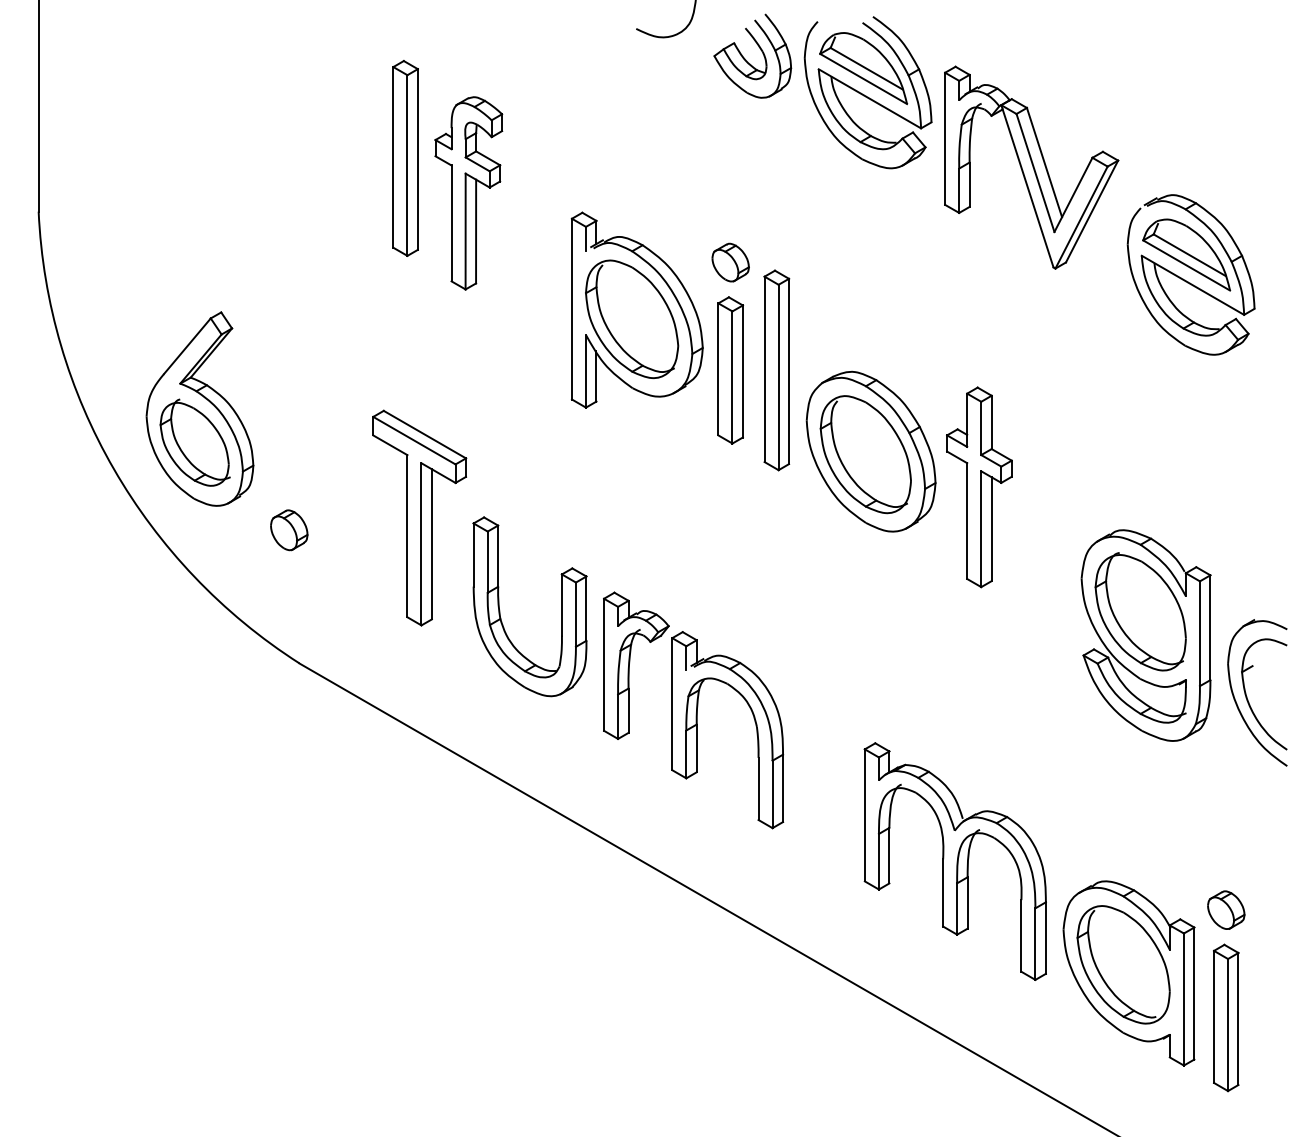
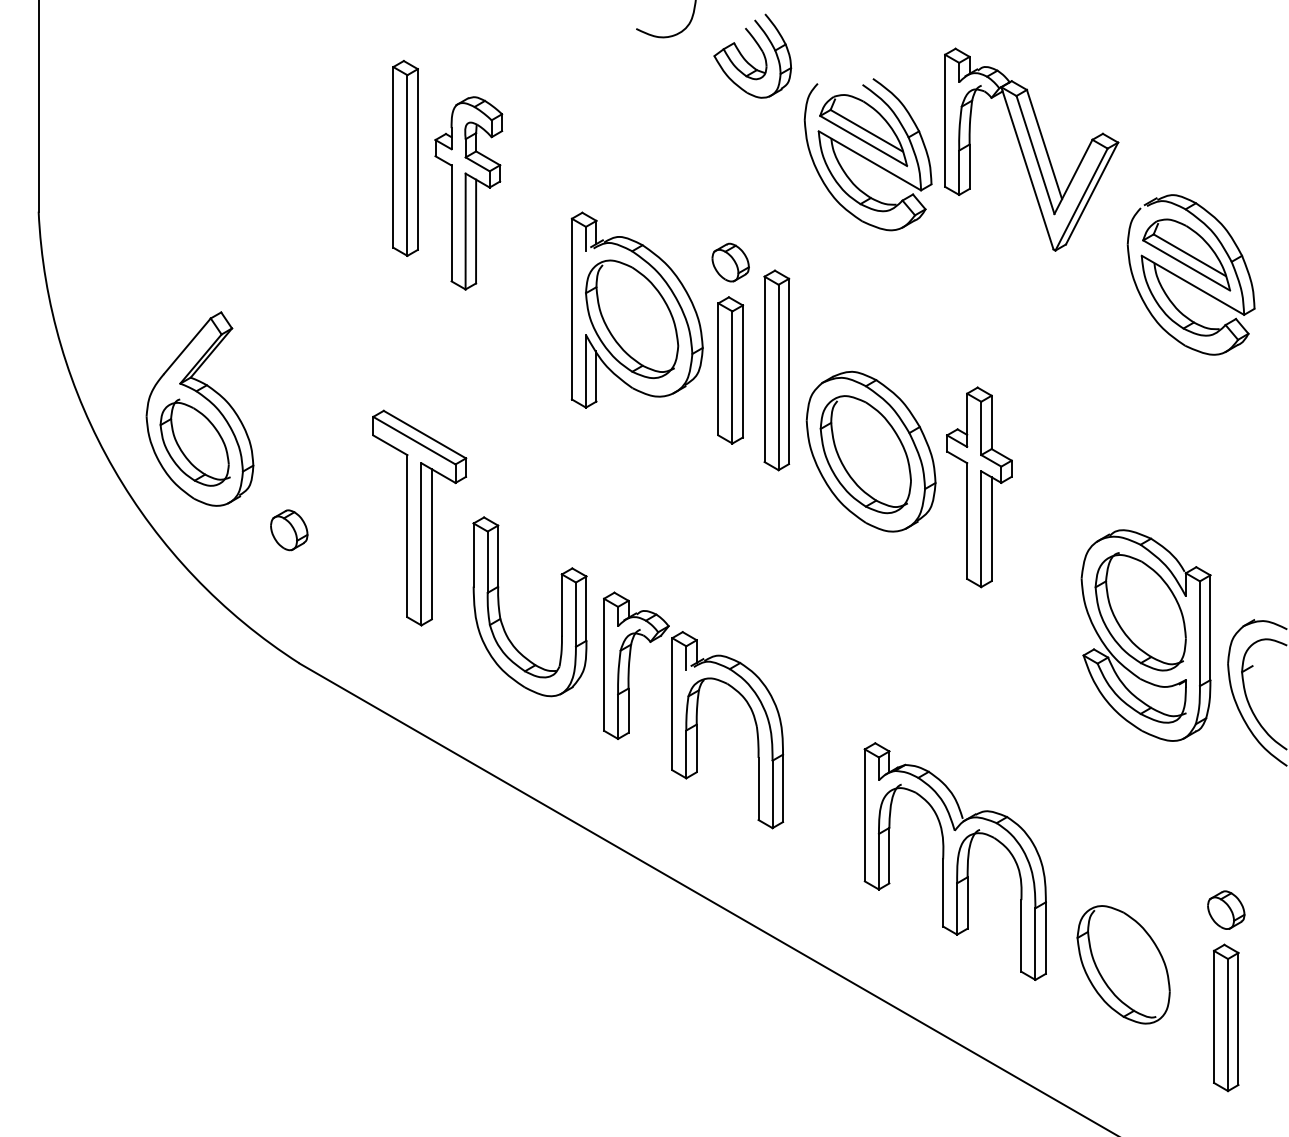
part at (867, 92) position: (867, 92) -> (867, 154)
part at (1031, 167) position: (1031, 167) -> (1031, 149)
part at (1128, 973): present -> none
